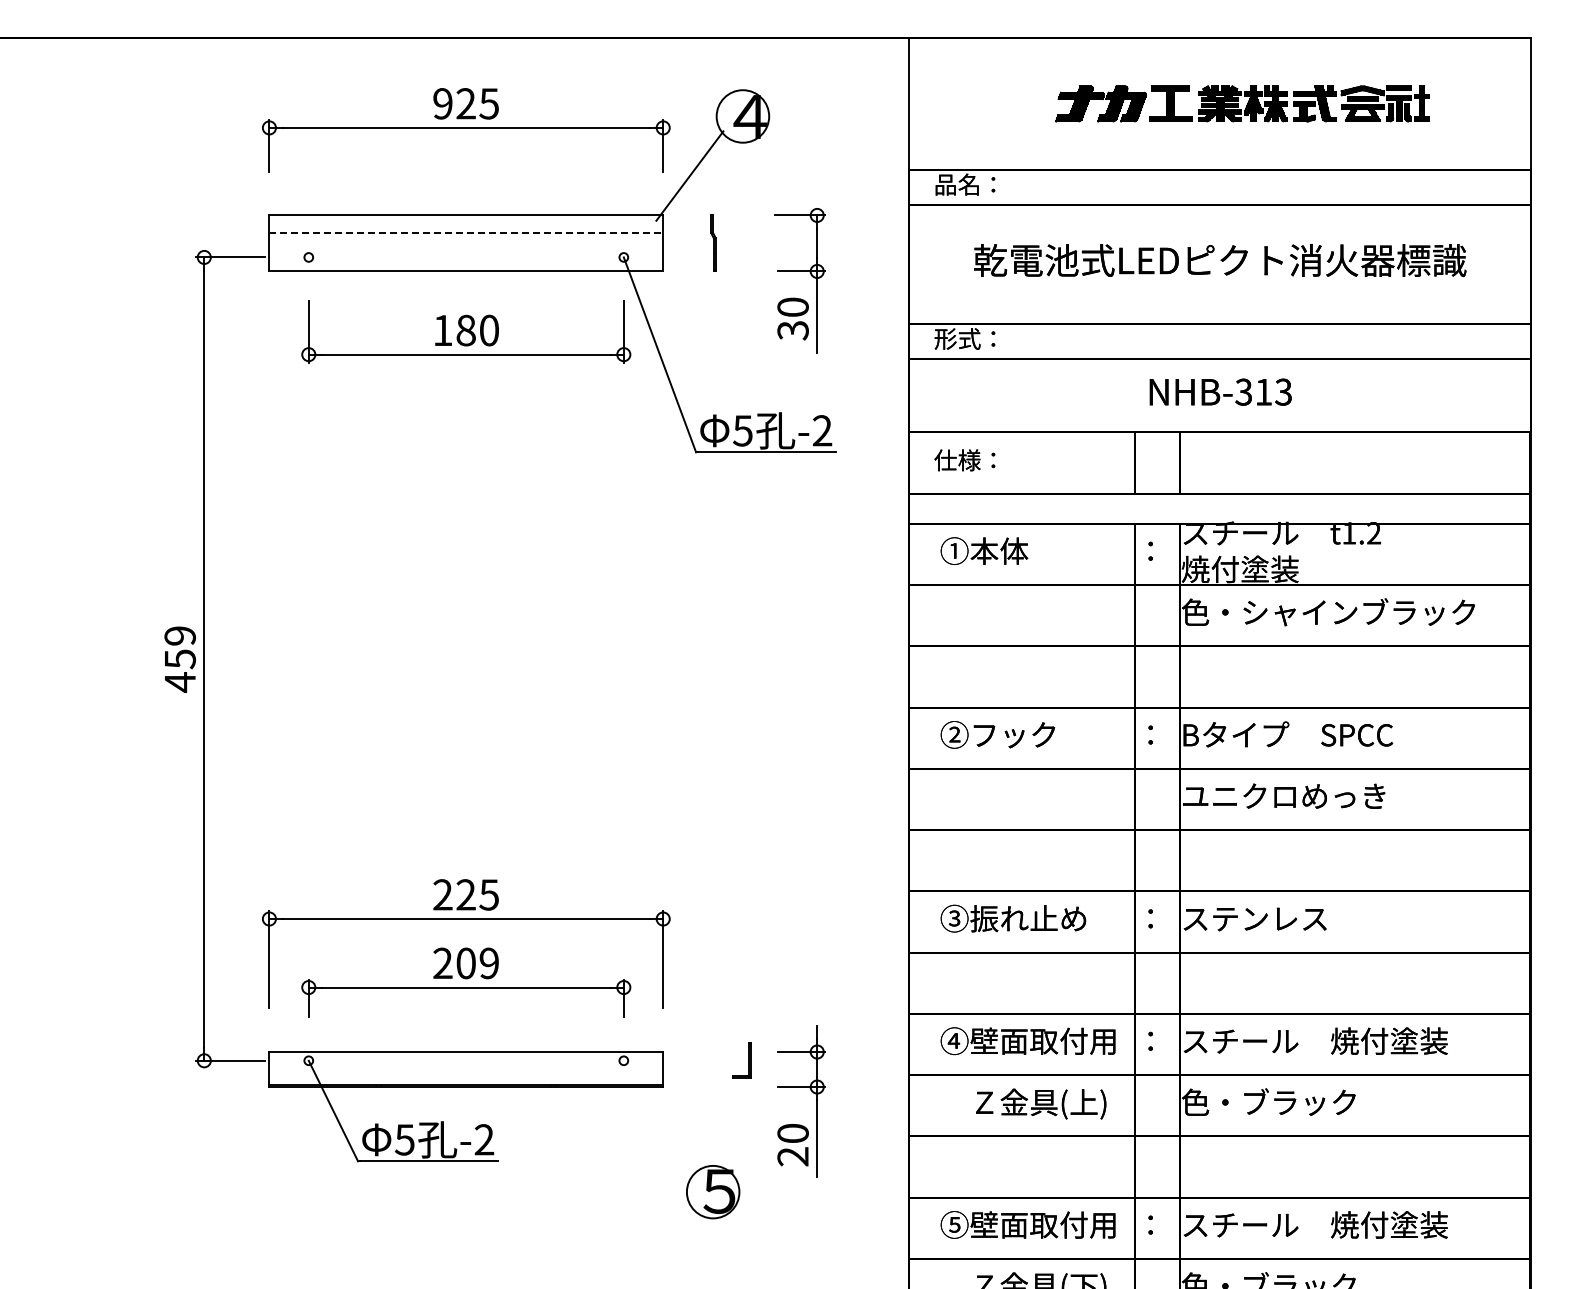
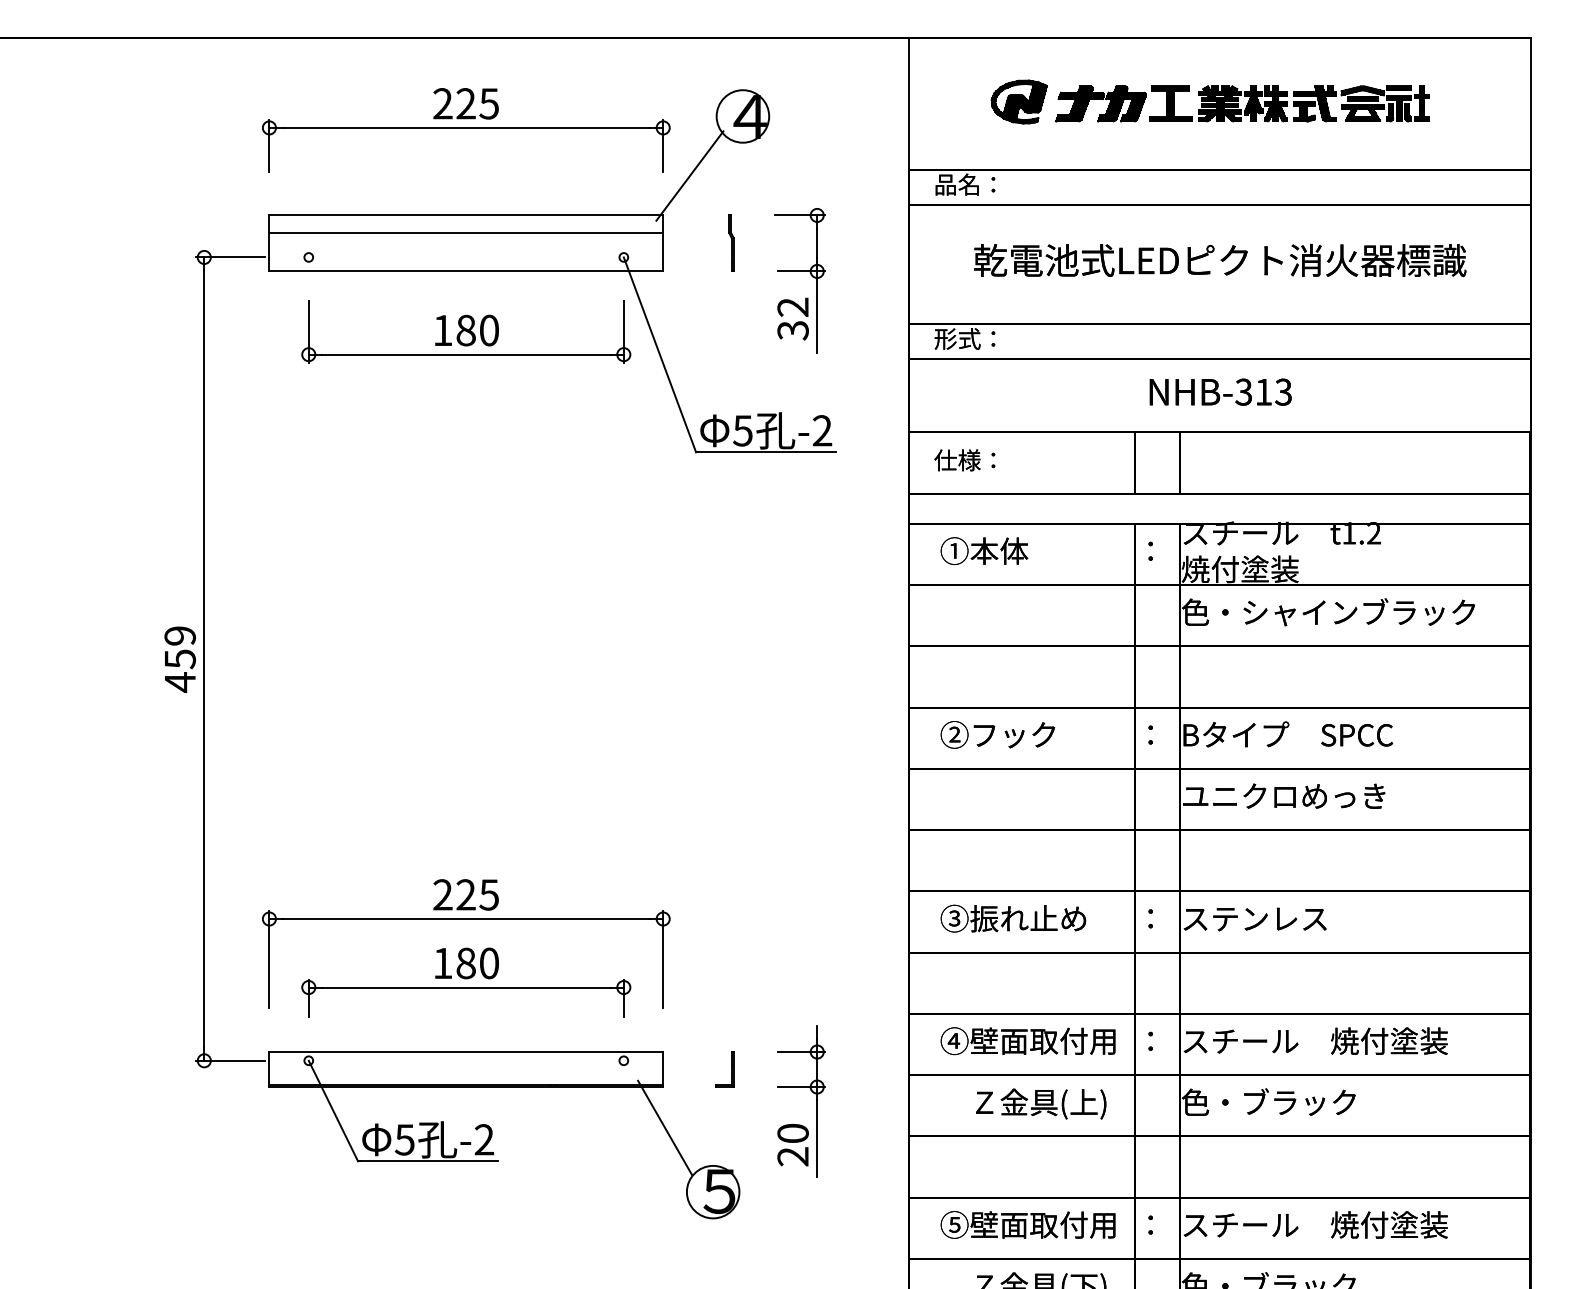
part at (1018, 101): none -> present
text at (442, 103): 925 -> 225
line at (466, 232): dashed -> solid
part at (713, 242) position: (713, 242) -> (731, 242)
text at (792, 306): 30 -> 32
text at (465, 963): 209 -> 180
part at (748, 1060) position: (748, 1060) -> (731, 1069)
line at (665, 1127): none -> present
